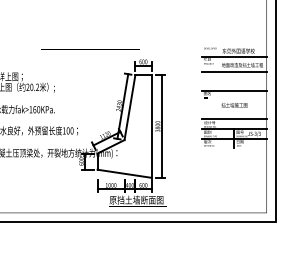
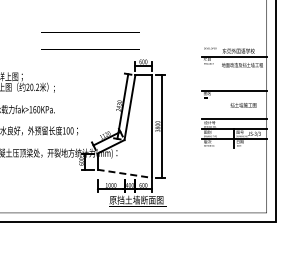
line at (90, 32): none -> present
line at (233, 71): present -> none
text at (234, 105) position: (234, 105) -> (243, 105)
line at (125, 173): solid -> dashed
